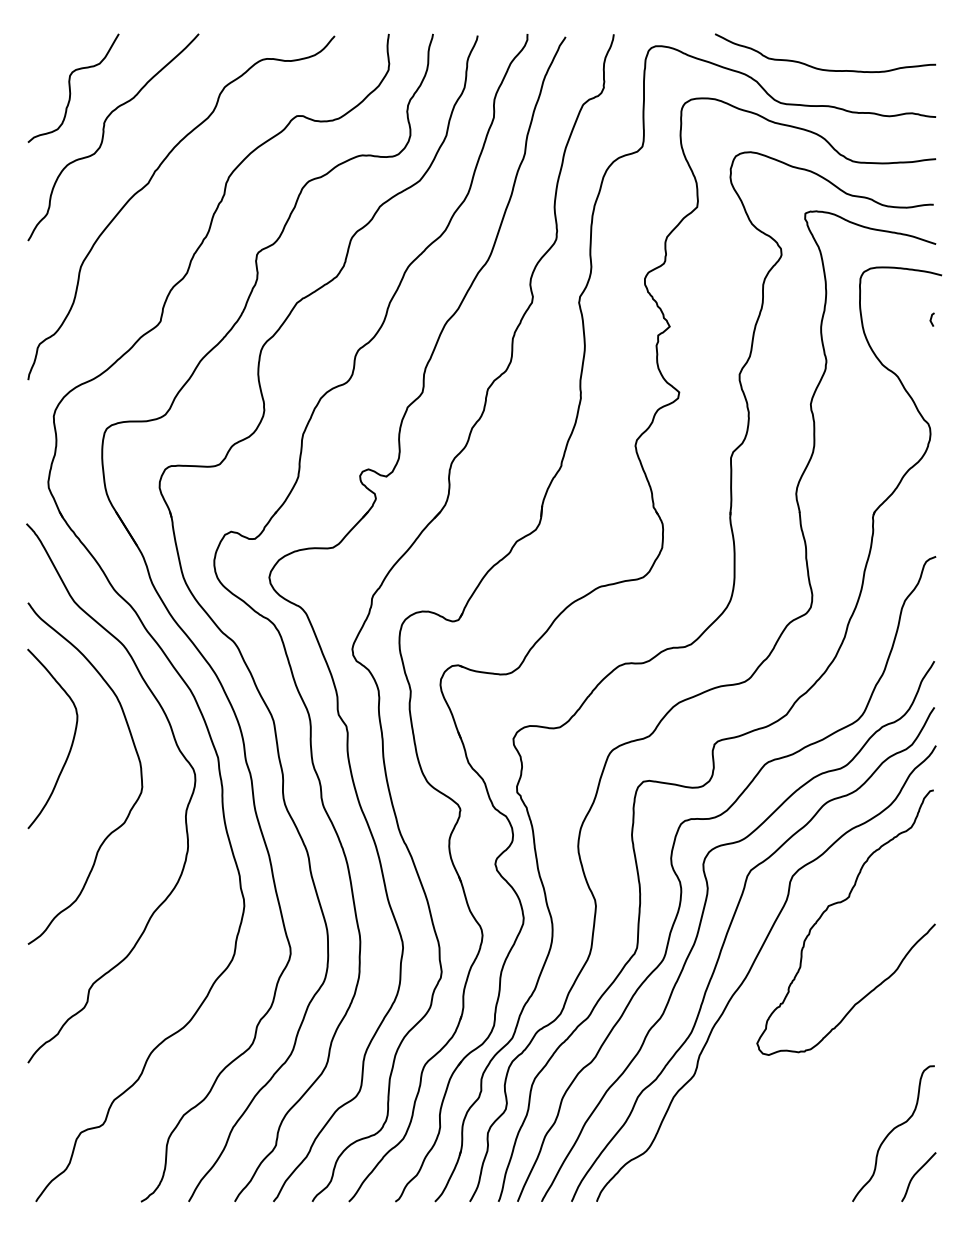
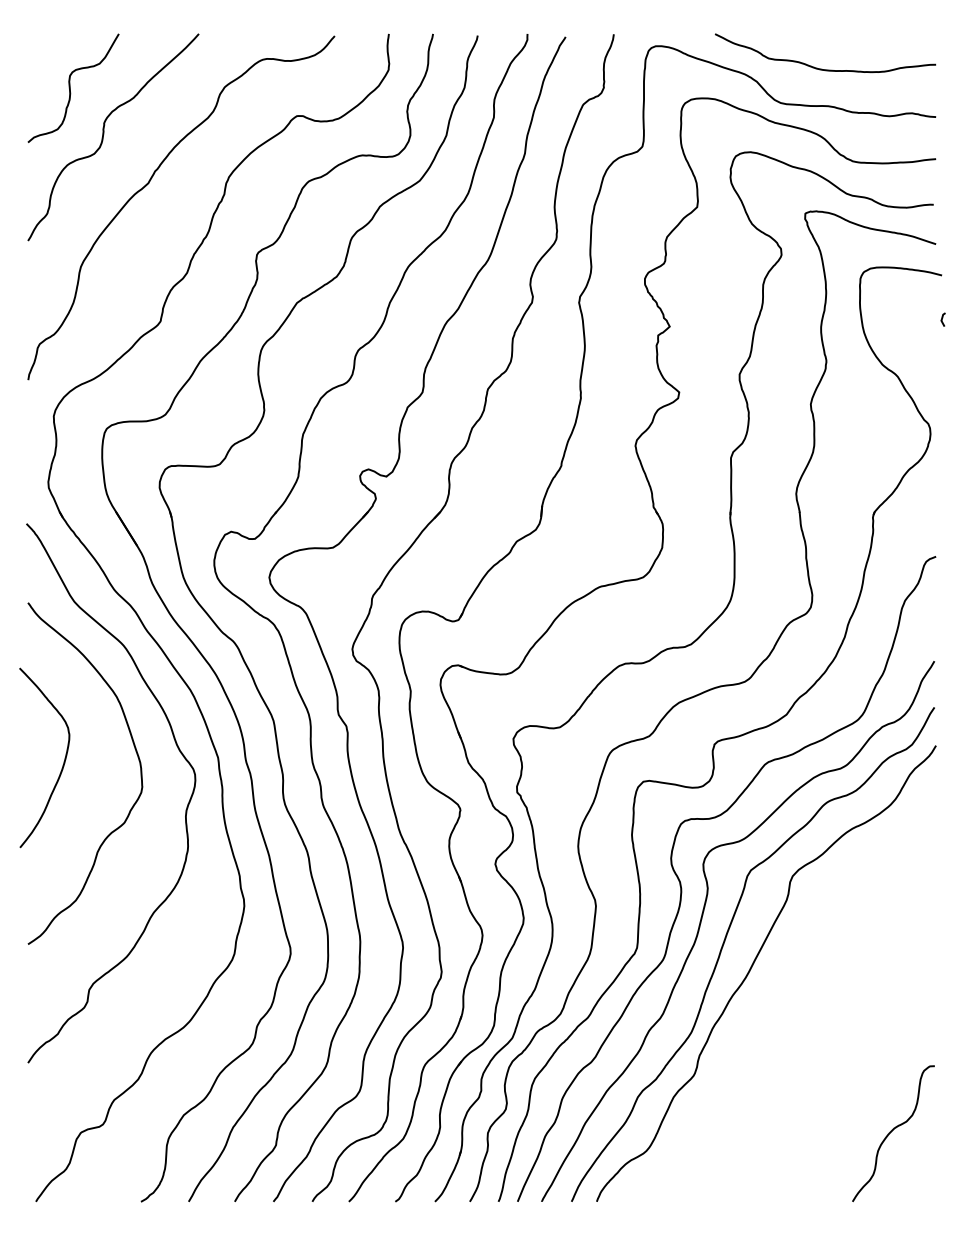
curve at (931, 319) position: (931, 319) -> (942, 319)
curve at (71, 742) position: (71, 742) -> (63, 761)
curve at (840, 903): present -> none
curve at (916, 1174): present -> none
